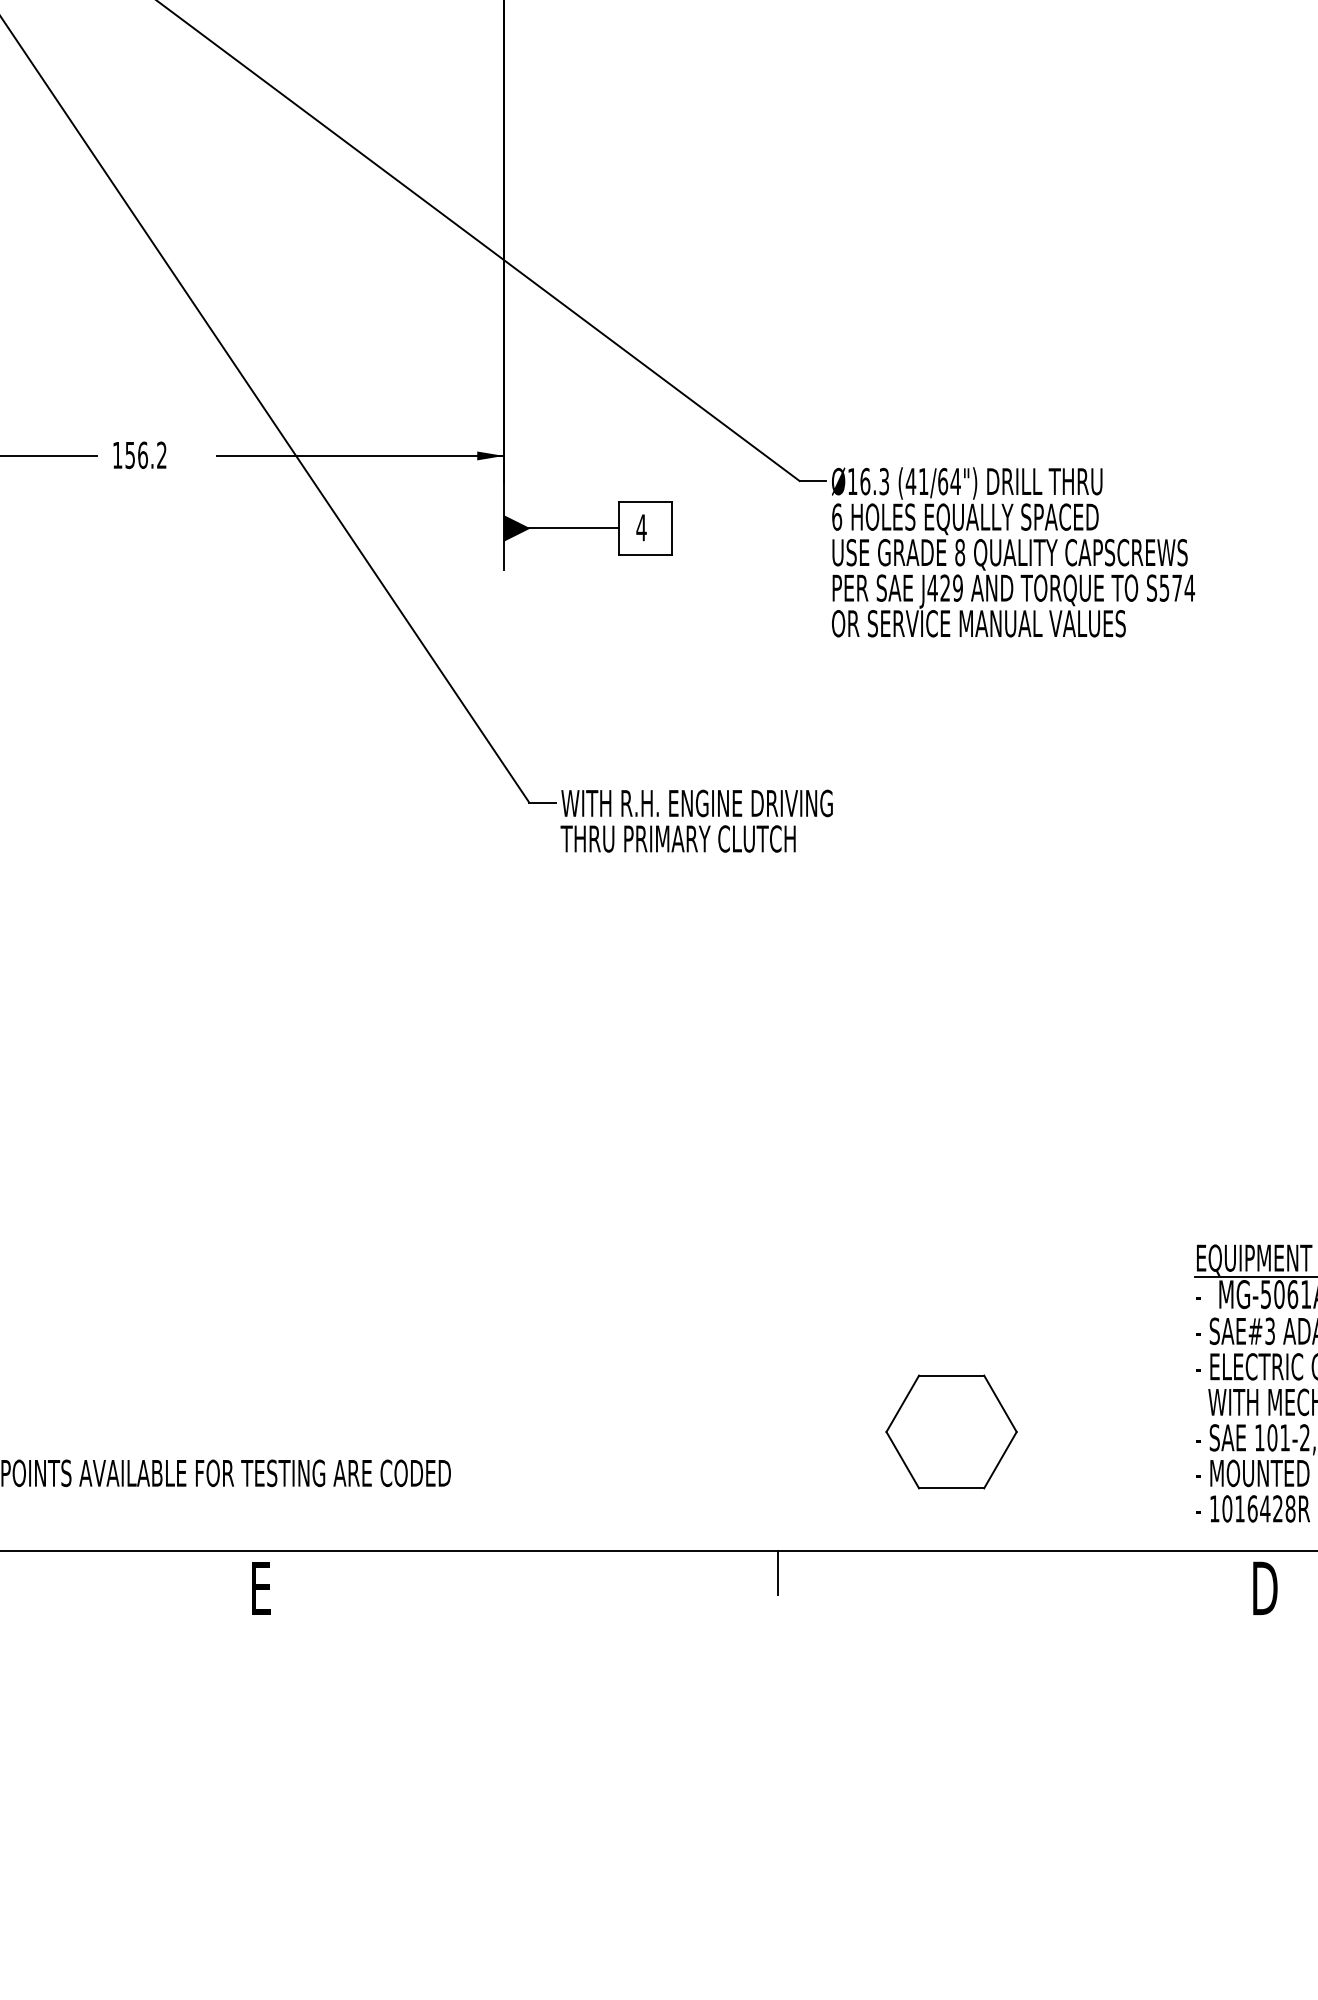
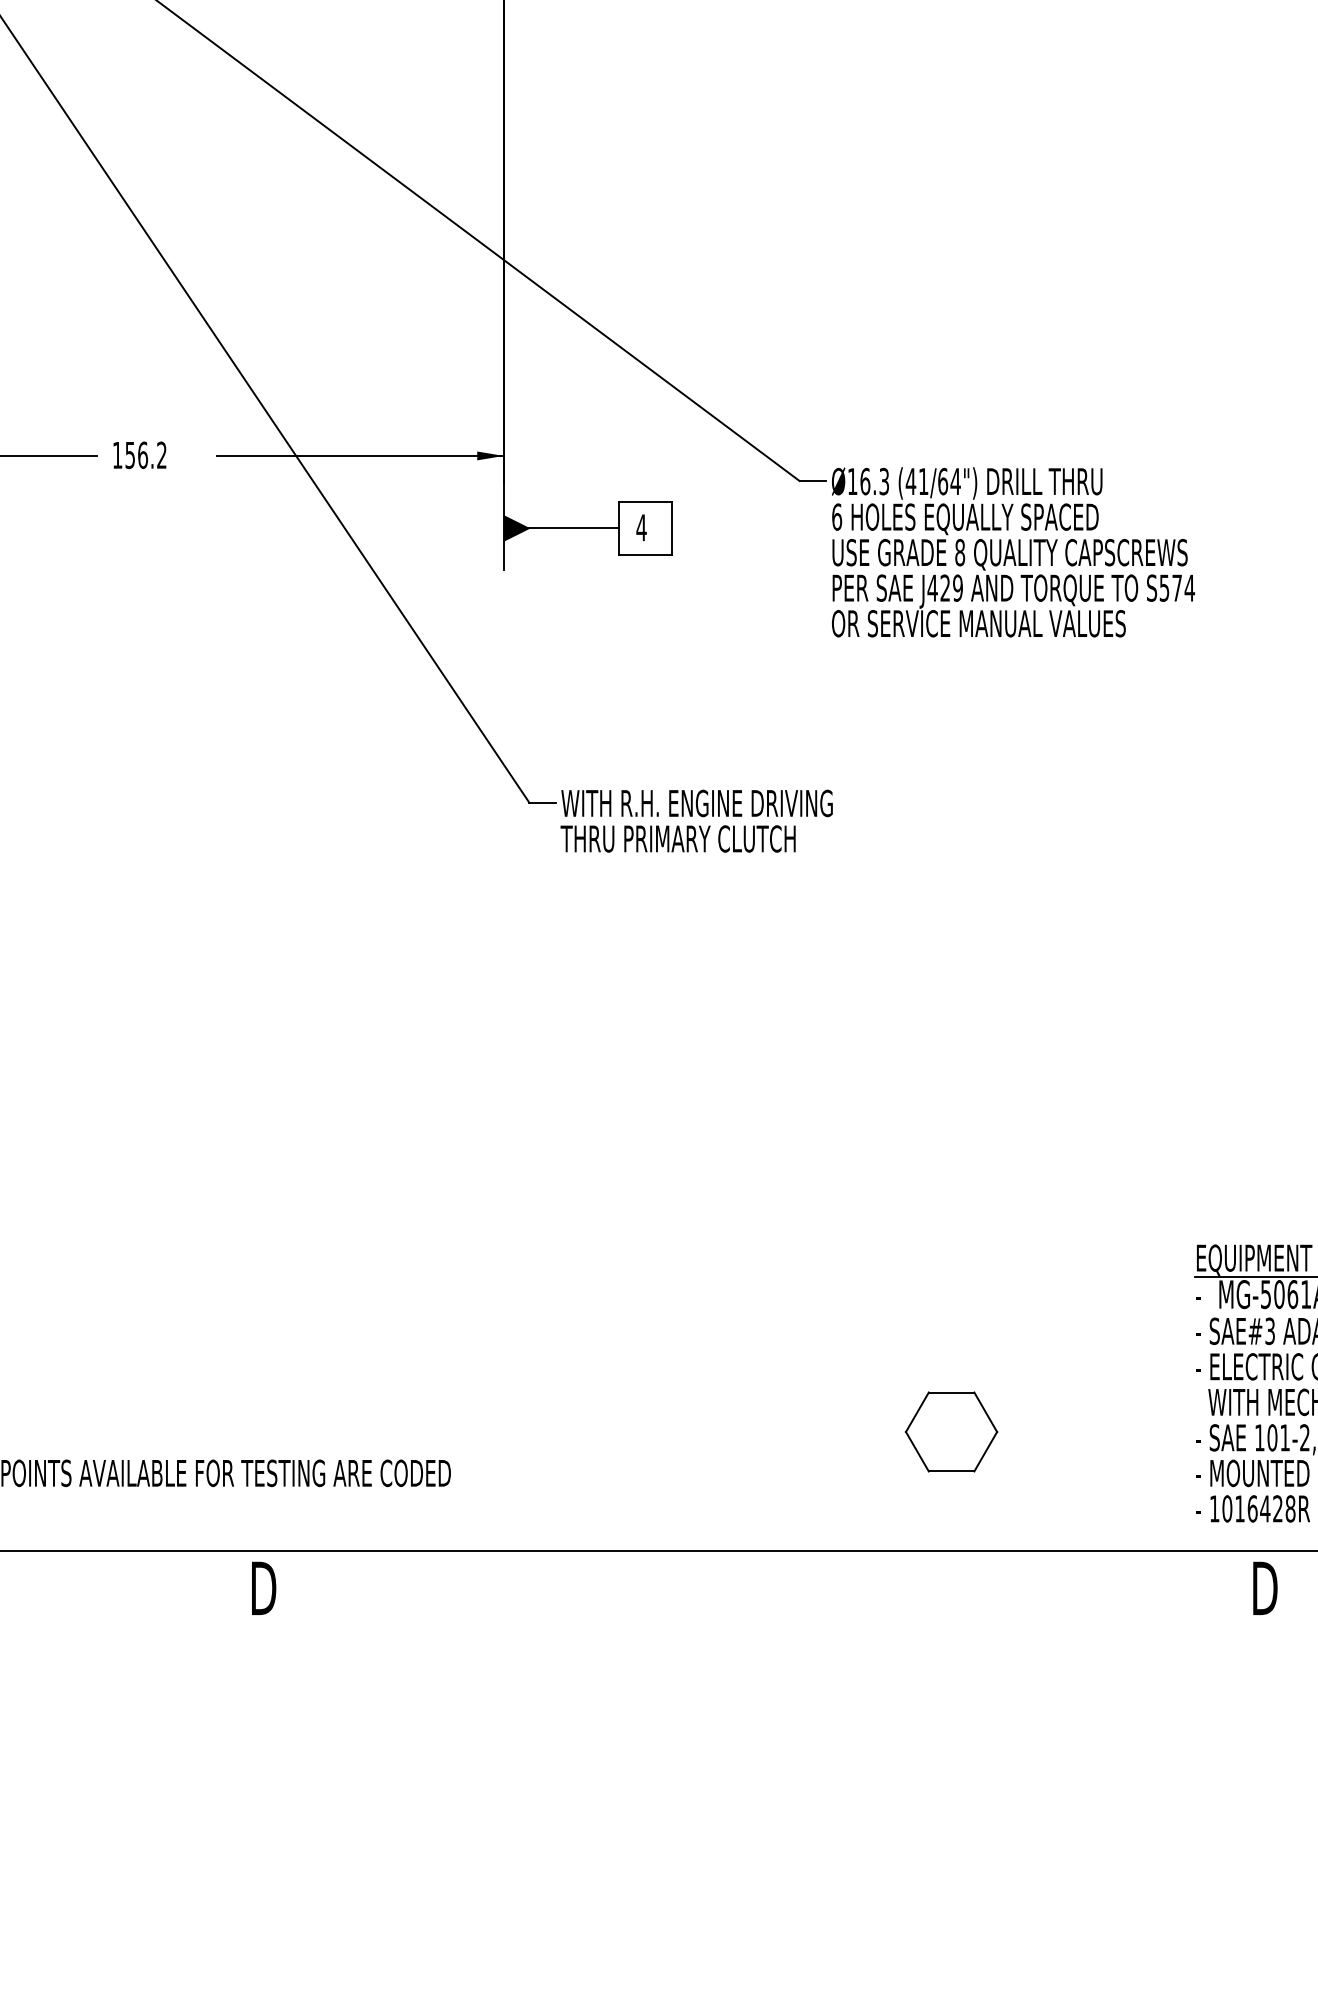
part at (951, 1431) size: 133x116 px -> 94x82 px
line at (778, 1572): present -> none
text at (264, 1588): E -> D
